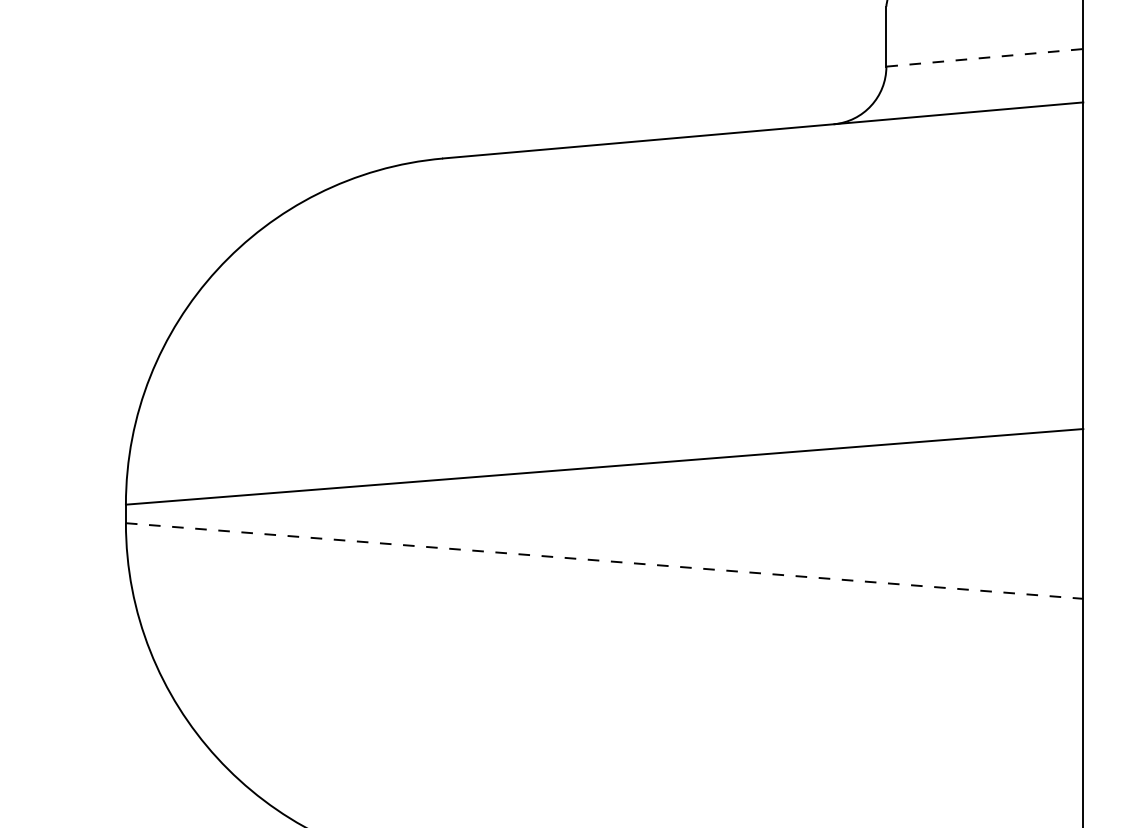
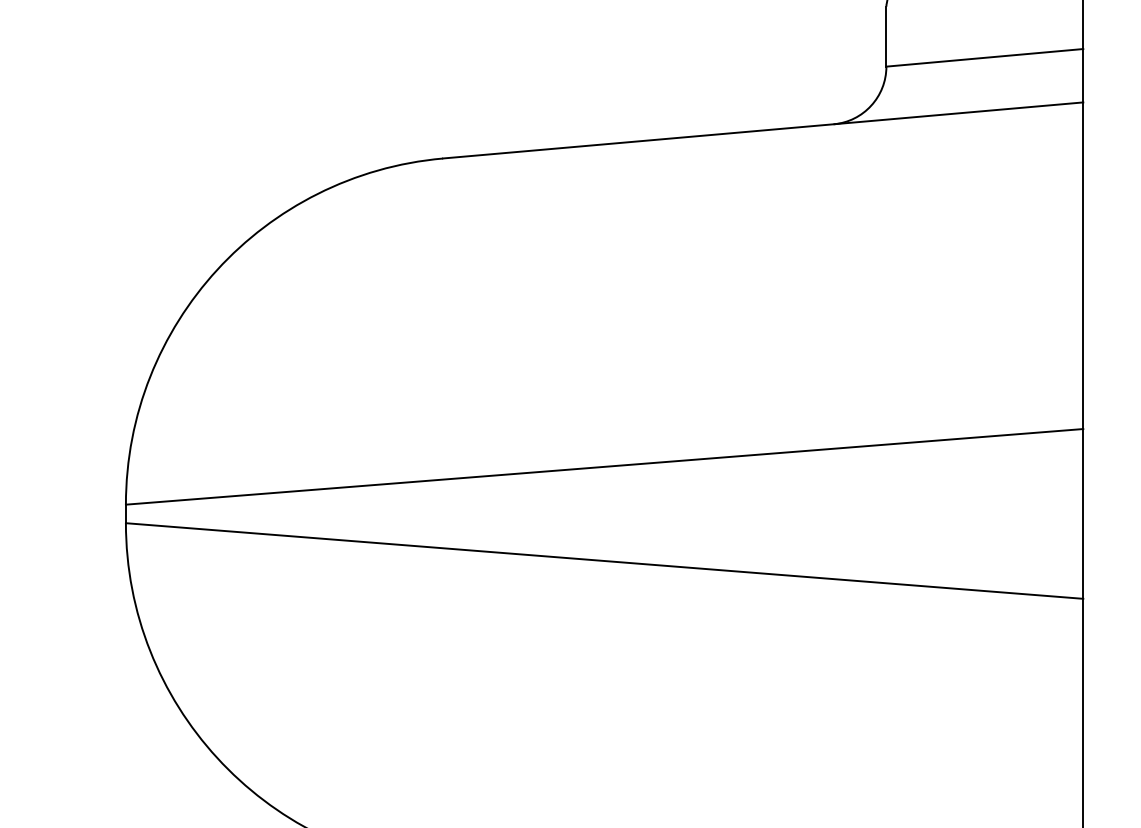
line at (984, 57): dashed -> solid
line at (605, 561): dashed -> solid
